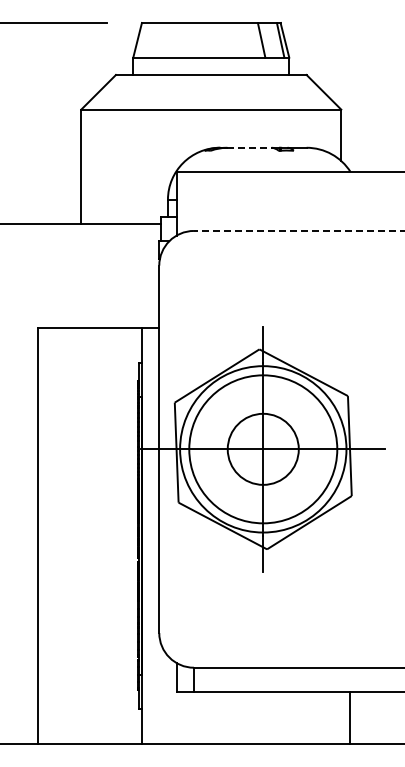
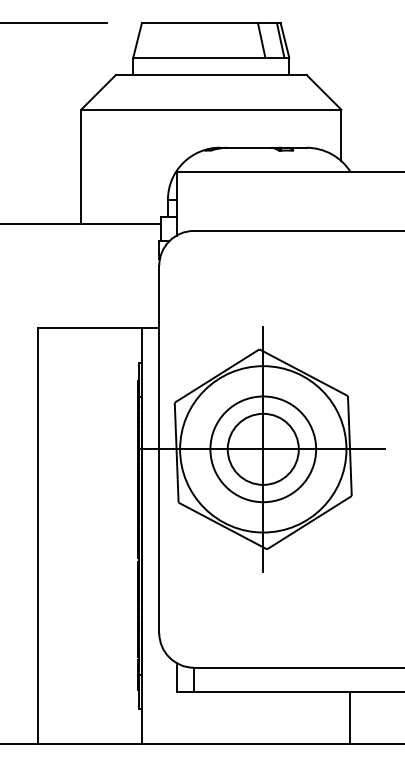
line at (249, 147): dashed -> solid
line at (298, 230): dashed -> solid
circle at (263, 449) diameter: 148 px -> 106 px
